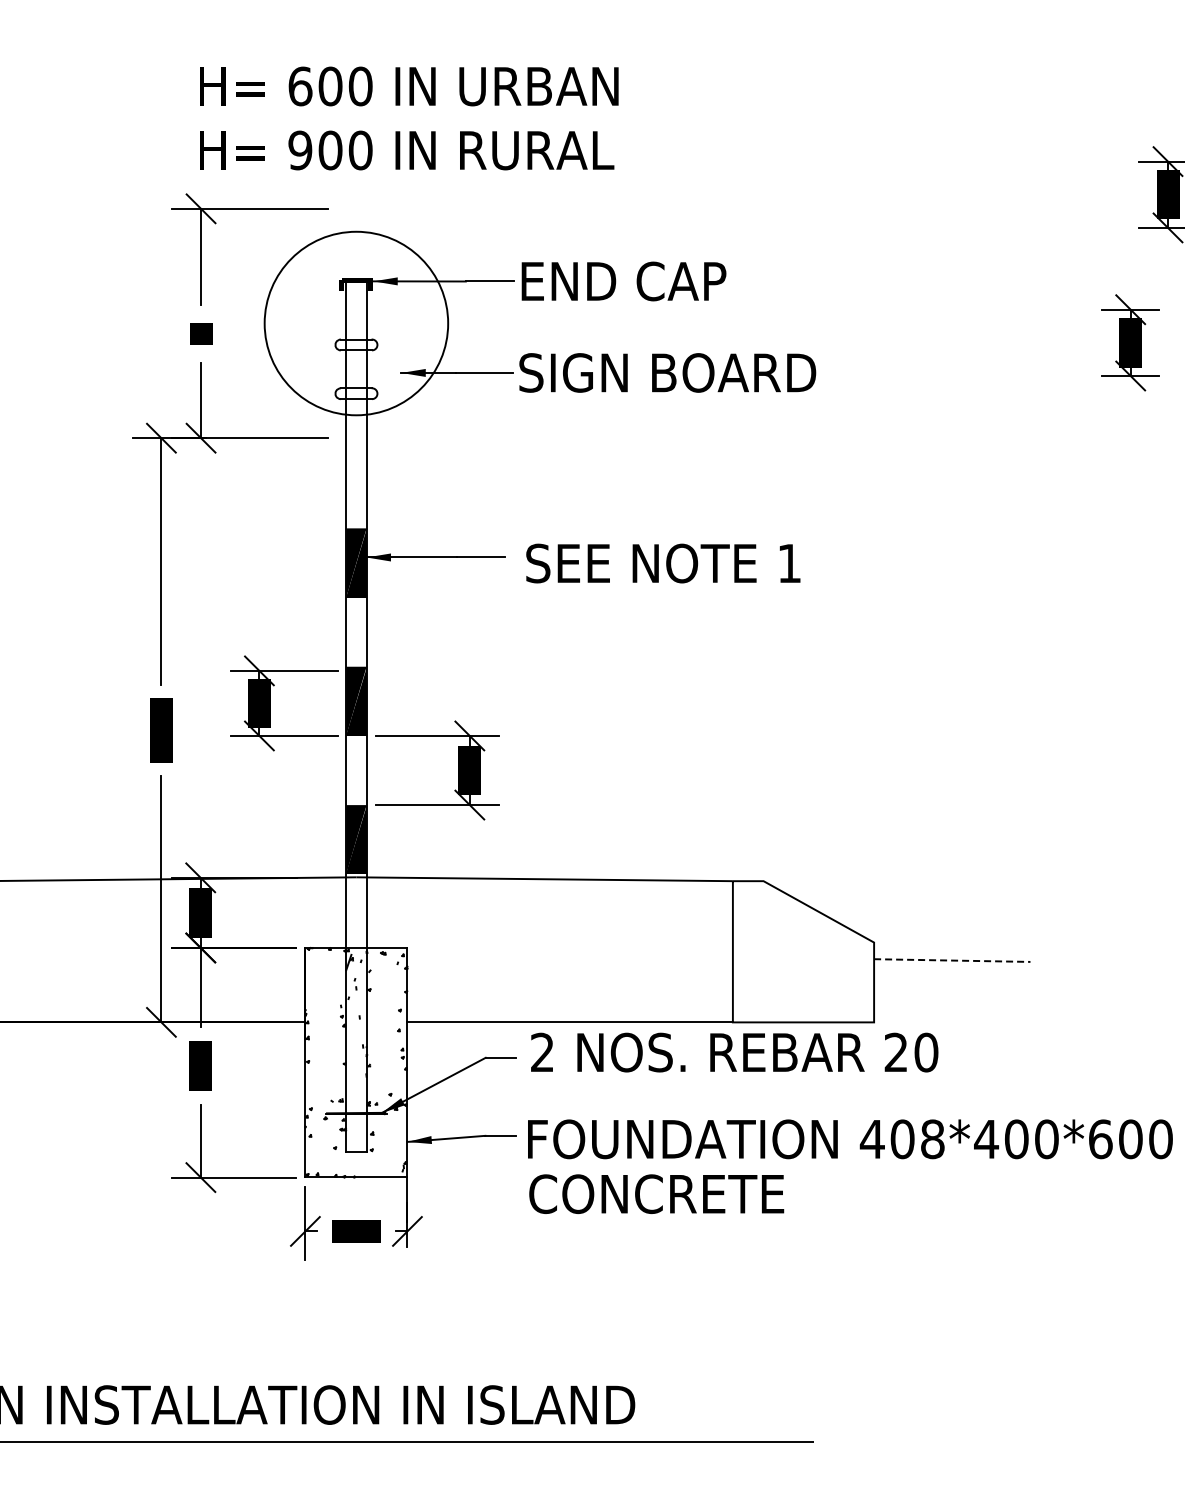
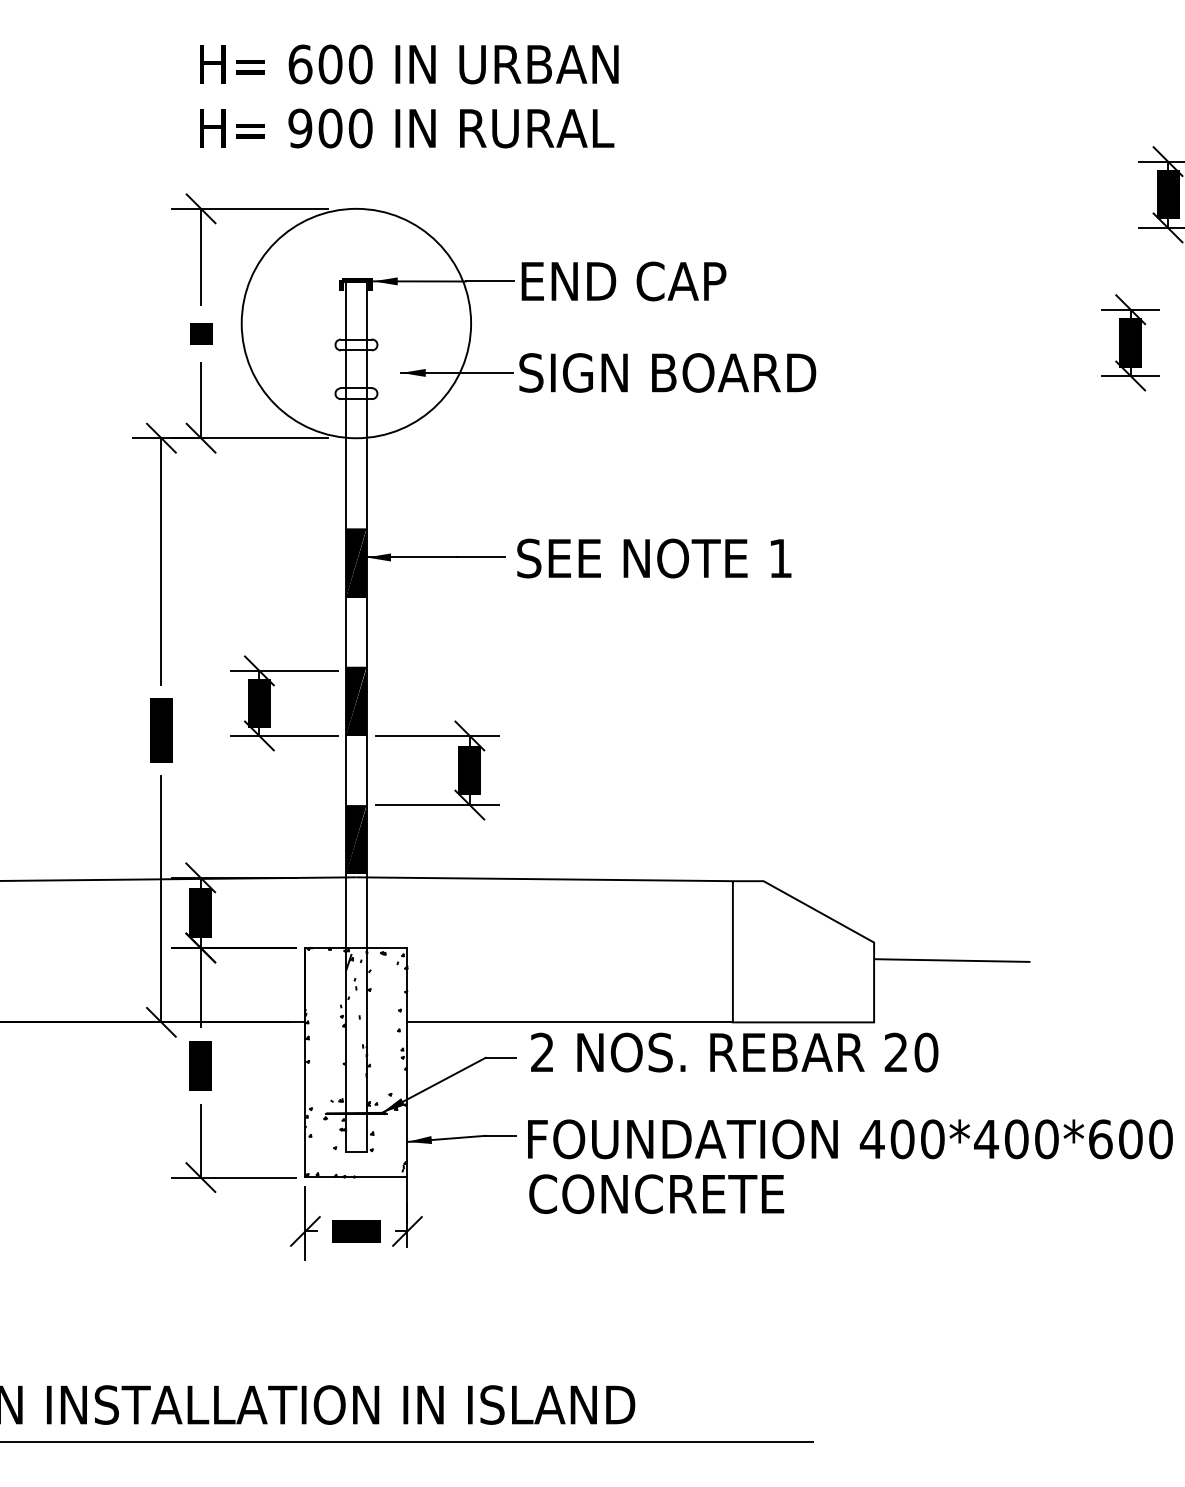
text at (409, 118) position: (409, 118) -> (409, 96)
circle at (356, 323) diameter: 184 px -> 229 px
text at (663, 563) position: (663, 563) -> (654, 558)
line at (952, 960): dashed -> solid
text at (932, 1139): 408*400*600 -> 400*400*600
